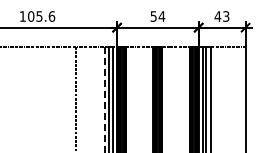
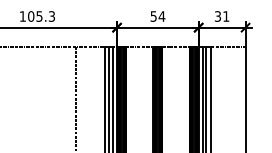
text at (51, 16): 105.6 -> 105.3
text at (221, 16): 43 -> 31
line at (104, 99): dashed -> solid
